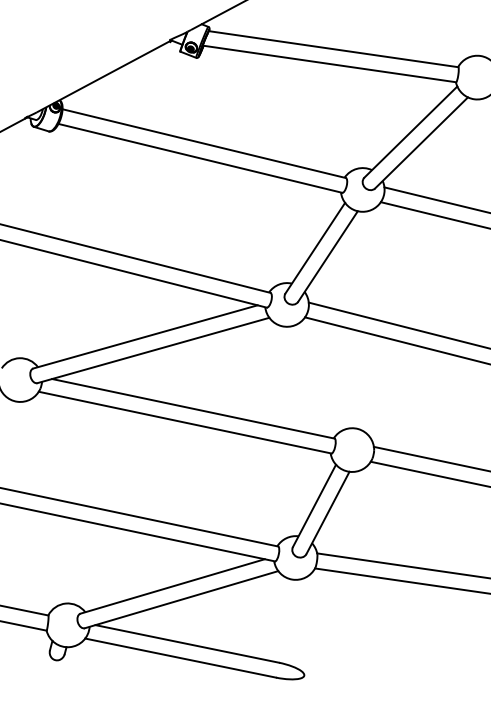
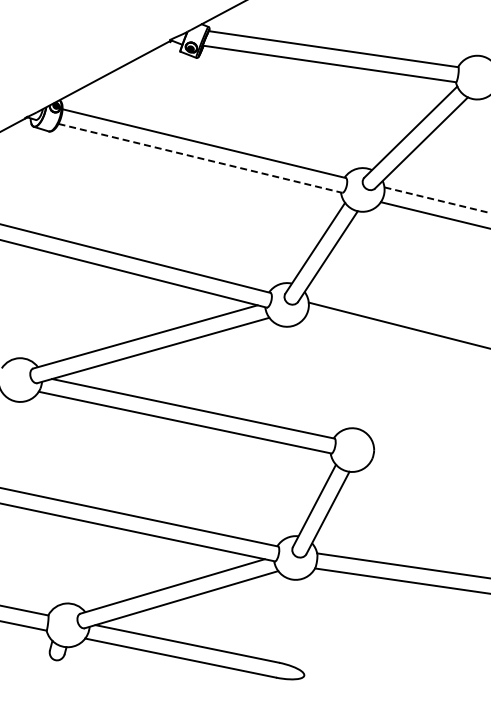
line at (200, 158): solid -> dashed
line at (437, 200): solid -> dashed
line at (396, 340): present -> none
line at (430, 458): present -> none
line at (428, 473): present -> none
